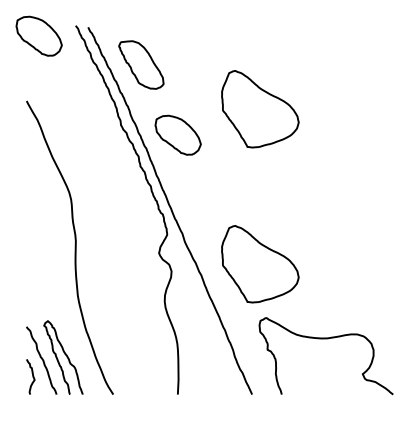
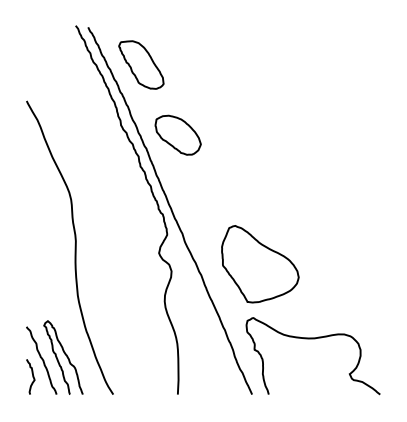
part at (38, 35): present -> none
part at (260, 109): present -> none
curve at (325, 339) position: (325, 339) -> (312, 339)
